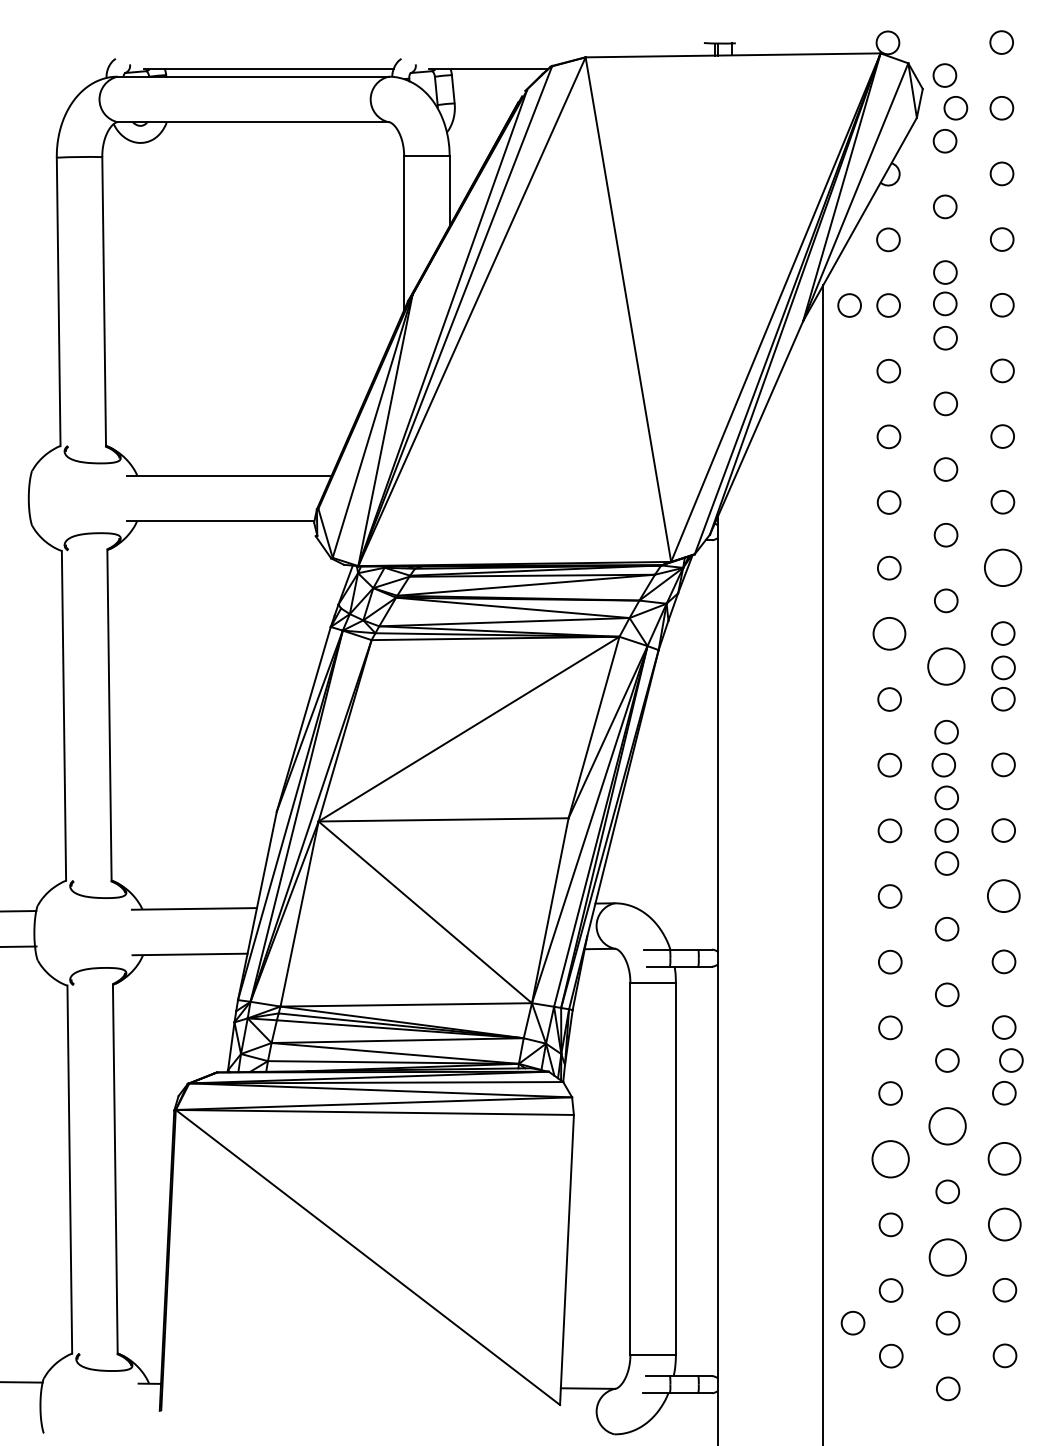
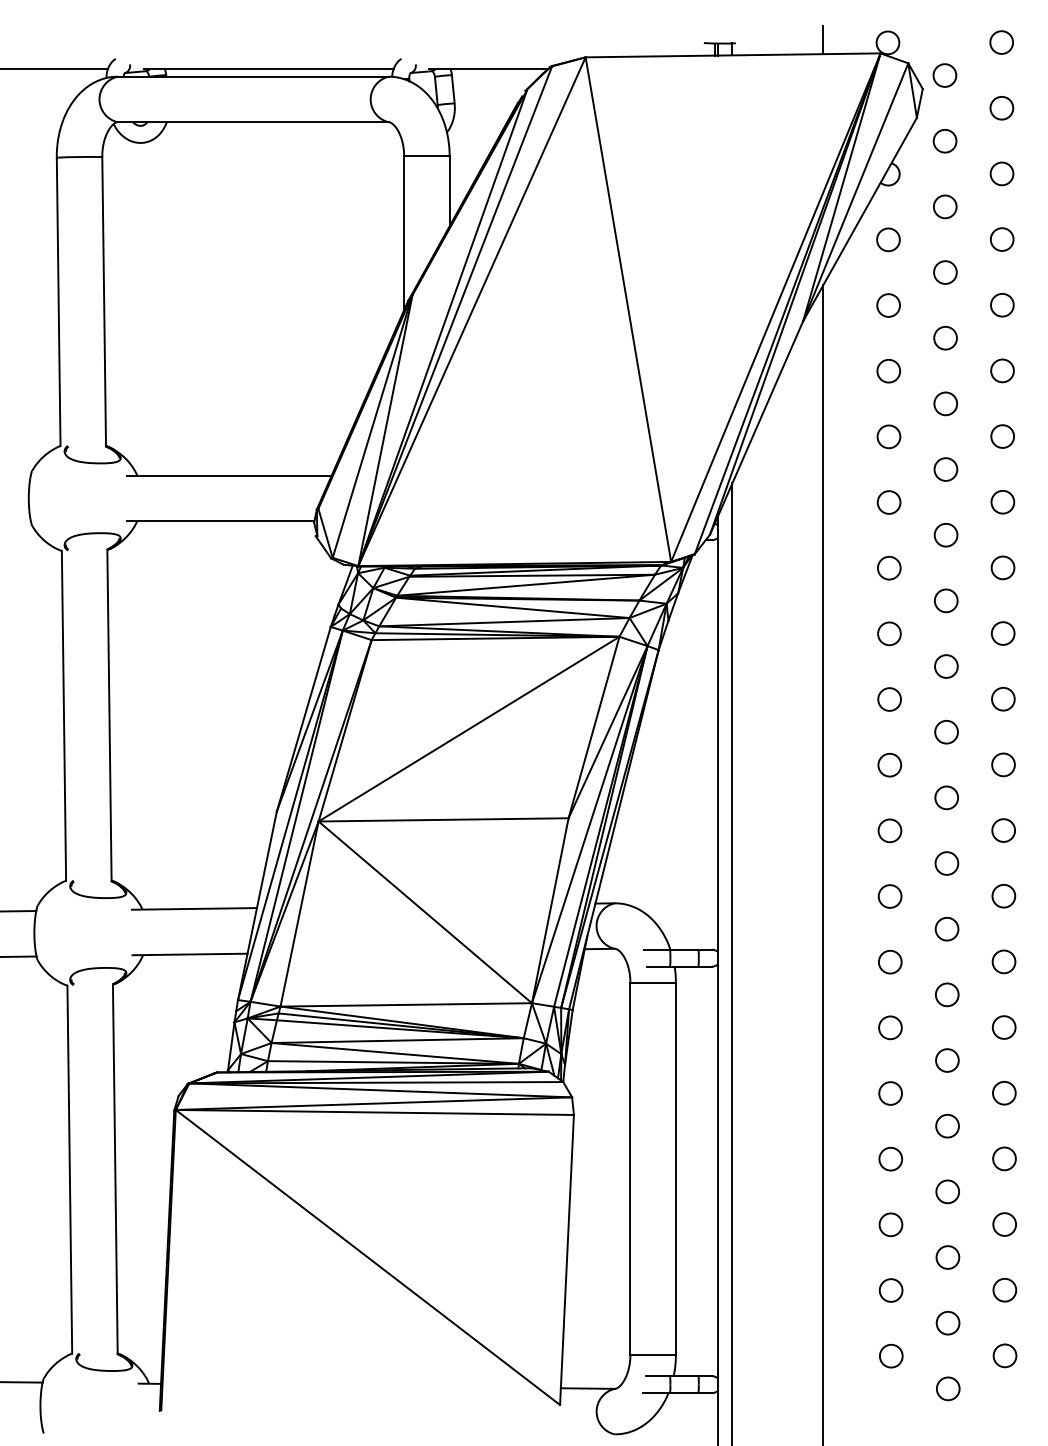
line at (823, 39): none -> present
line at (55, 69): none -> present
circle at (955, 108): present -> none
circle at (945, 303): present -> none
circle at (849, 305): present -> none
circle at (1003, 567) size: 39x39 px -> 26x26 px
circle at (889, 633) size: 35x34 px -> 25x26 px
circle at (946, 666) size: 39x39 px -> 25x25 px
circle at (1003, 667): present -> none
circle at (943, 764): present -> none
circle at (946, 830): present -> none
circle at (1003, 895) size: 34x34 px -> 26x25 px
line at (19, 946) position: (19, 946) -> (19, 956)
line at (732, 962): none -> present
circle at (1011, 1060): present -> none
circle at (947, 1126) size: 39x39 px -> 25x26 px
circle at (1004, 1158) size: 35x34 px -> 25x26 px
circle at (890, 1159) size: 39x39 px -> 26x26 px
circle at (1004, 1224) size: 34x35 px -> 25x25 px
circle at (947, 1257) size: 39x39 px -> 26x25 px
circle at (852, 1322): present -> none
